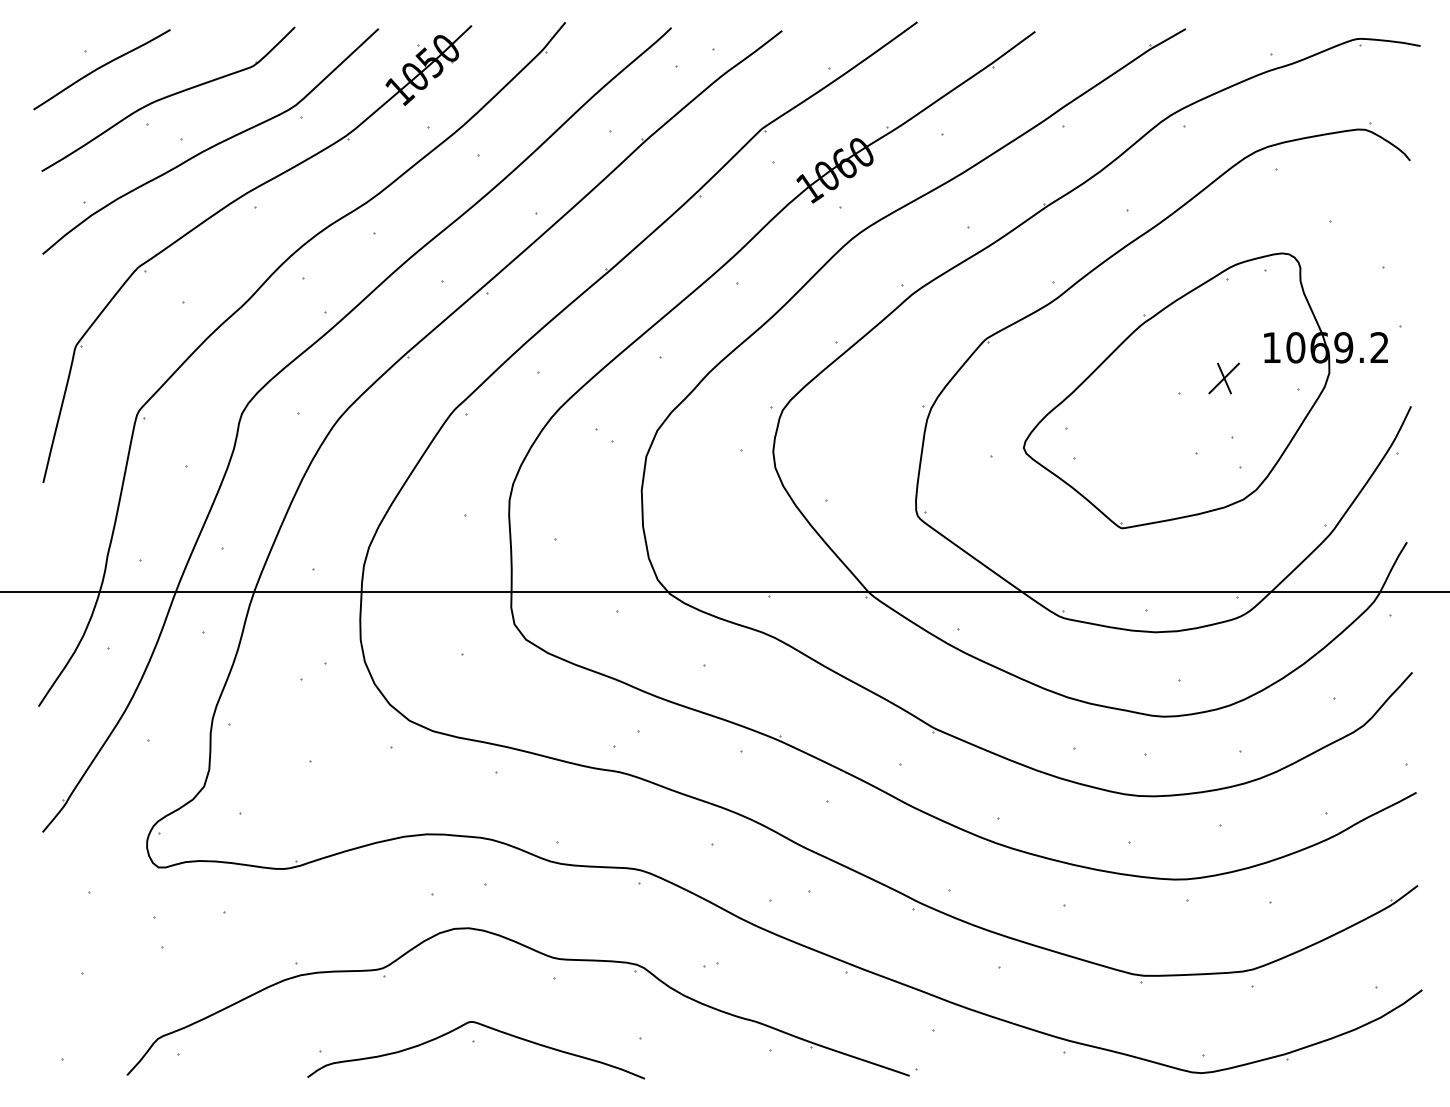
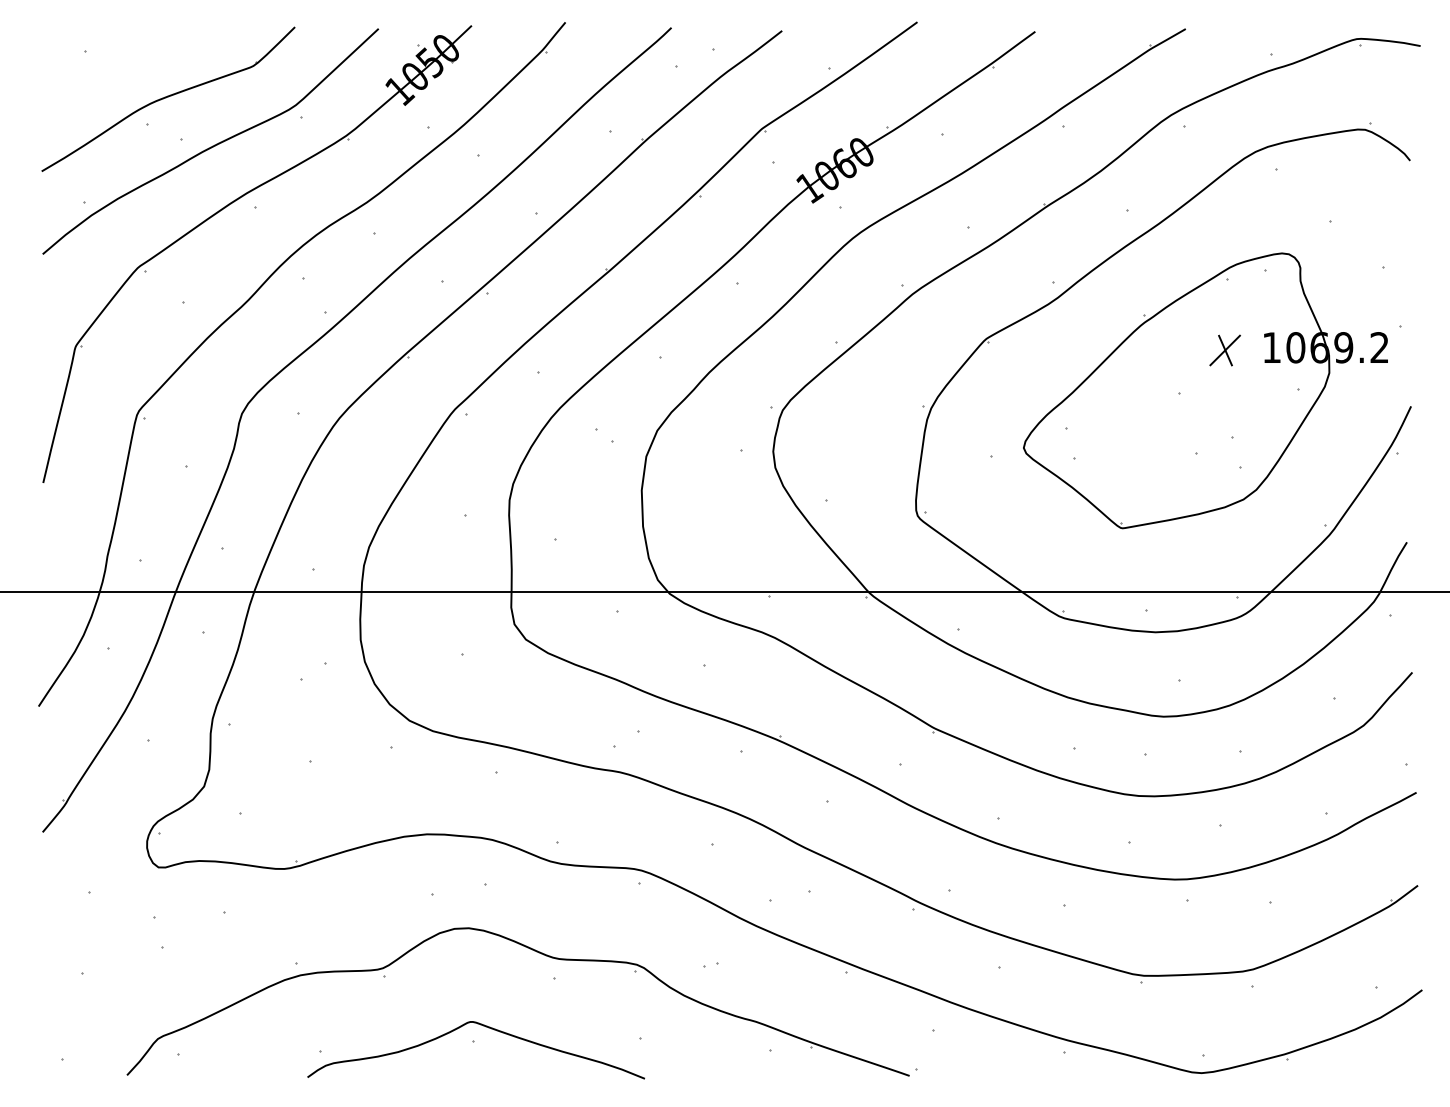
curve at (100, 68): present -> none
part at (1223, 378) position: (1223, 378) -> (1224, 350)
